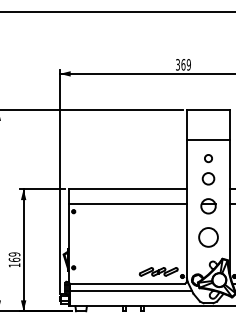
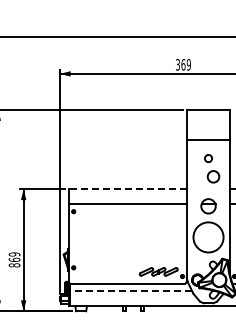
line at (117, 11) position: (117, 11) -> (117, 36)
circle at (208, 178) position: (208, 178) -> (213, 176)
line at (127, 189): solid -> dashed
circle at (208, 237) diameter: 19 px -> 30 px
text at (14, 265): 169 -> 869
line at (131, 290): solid -> dashed
